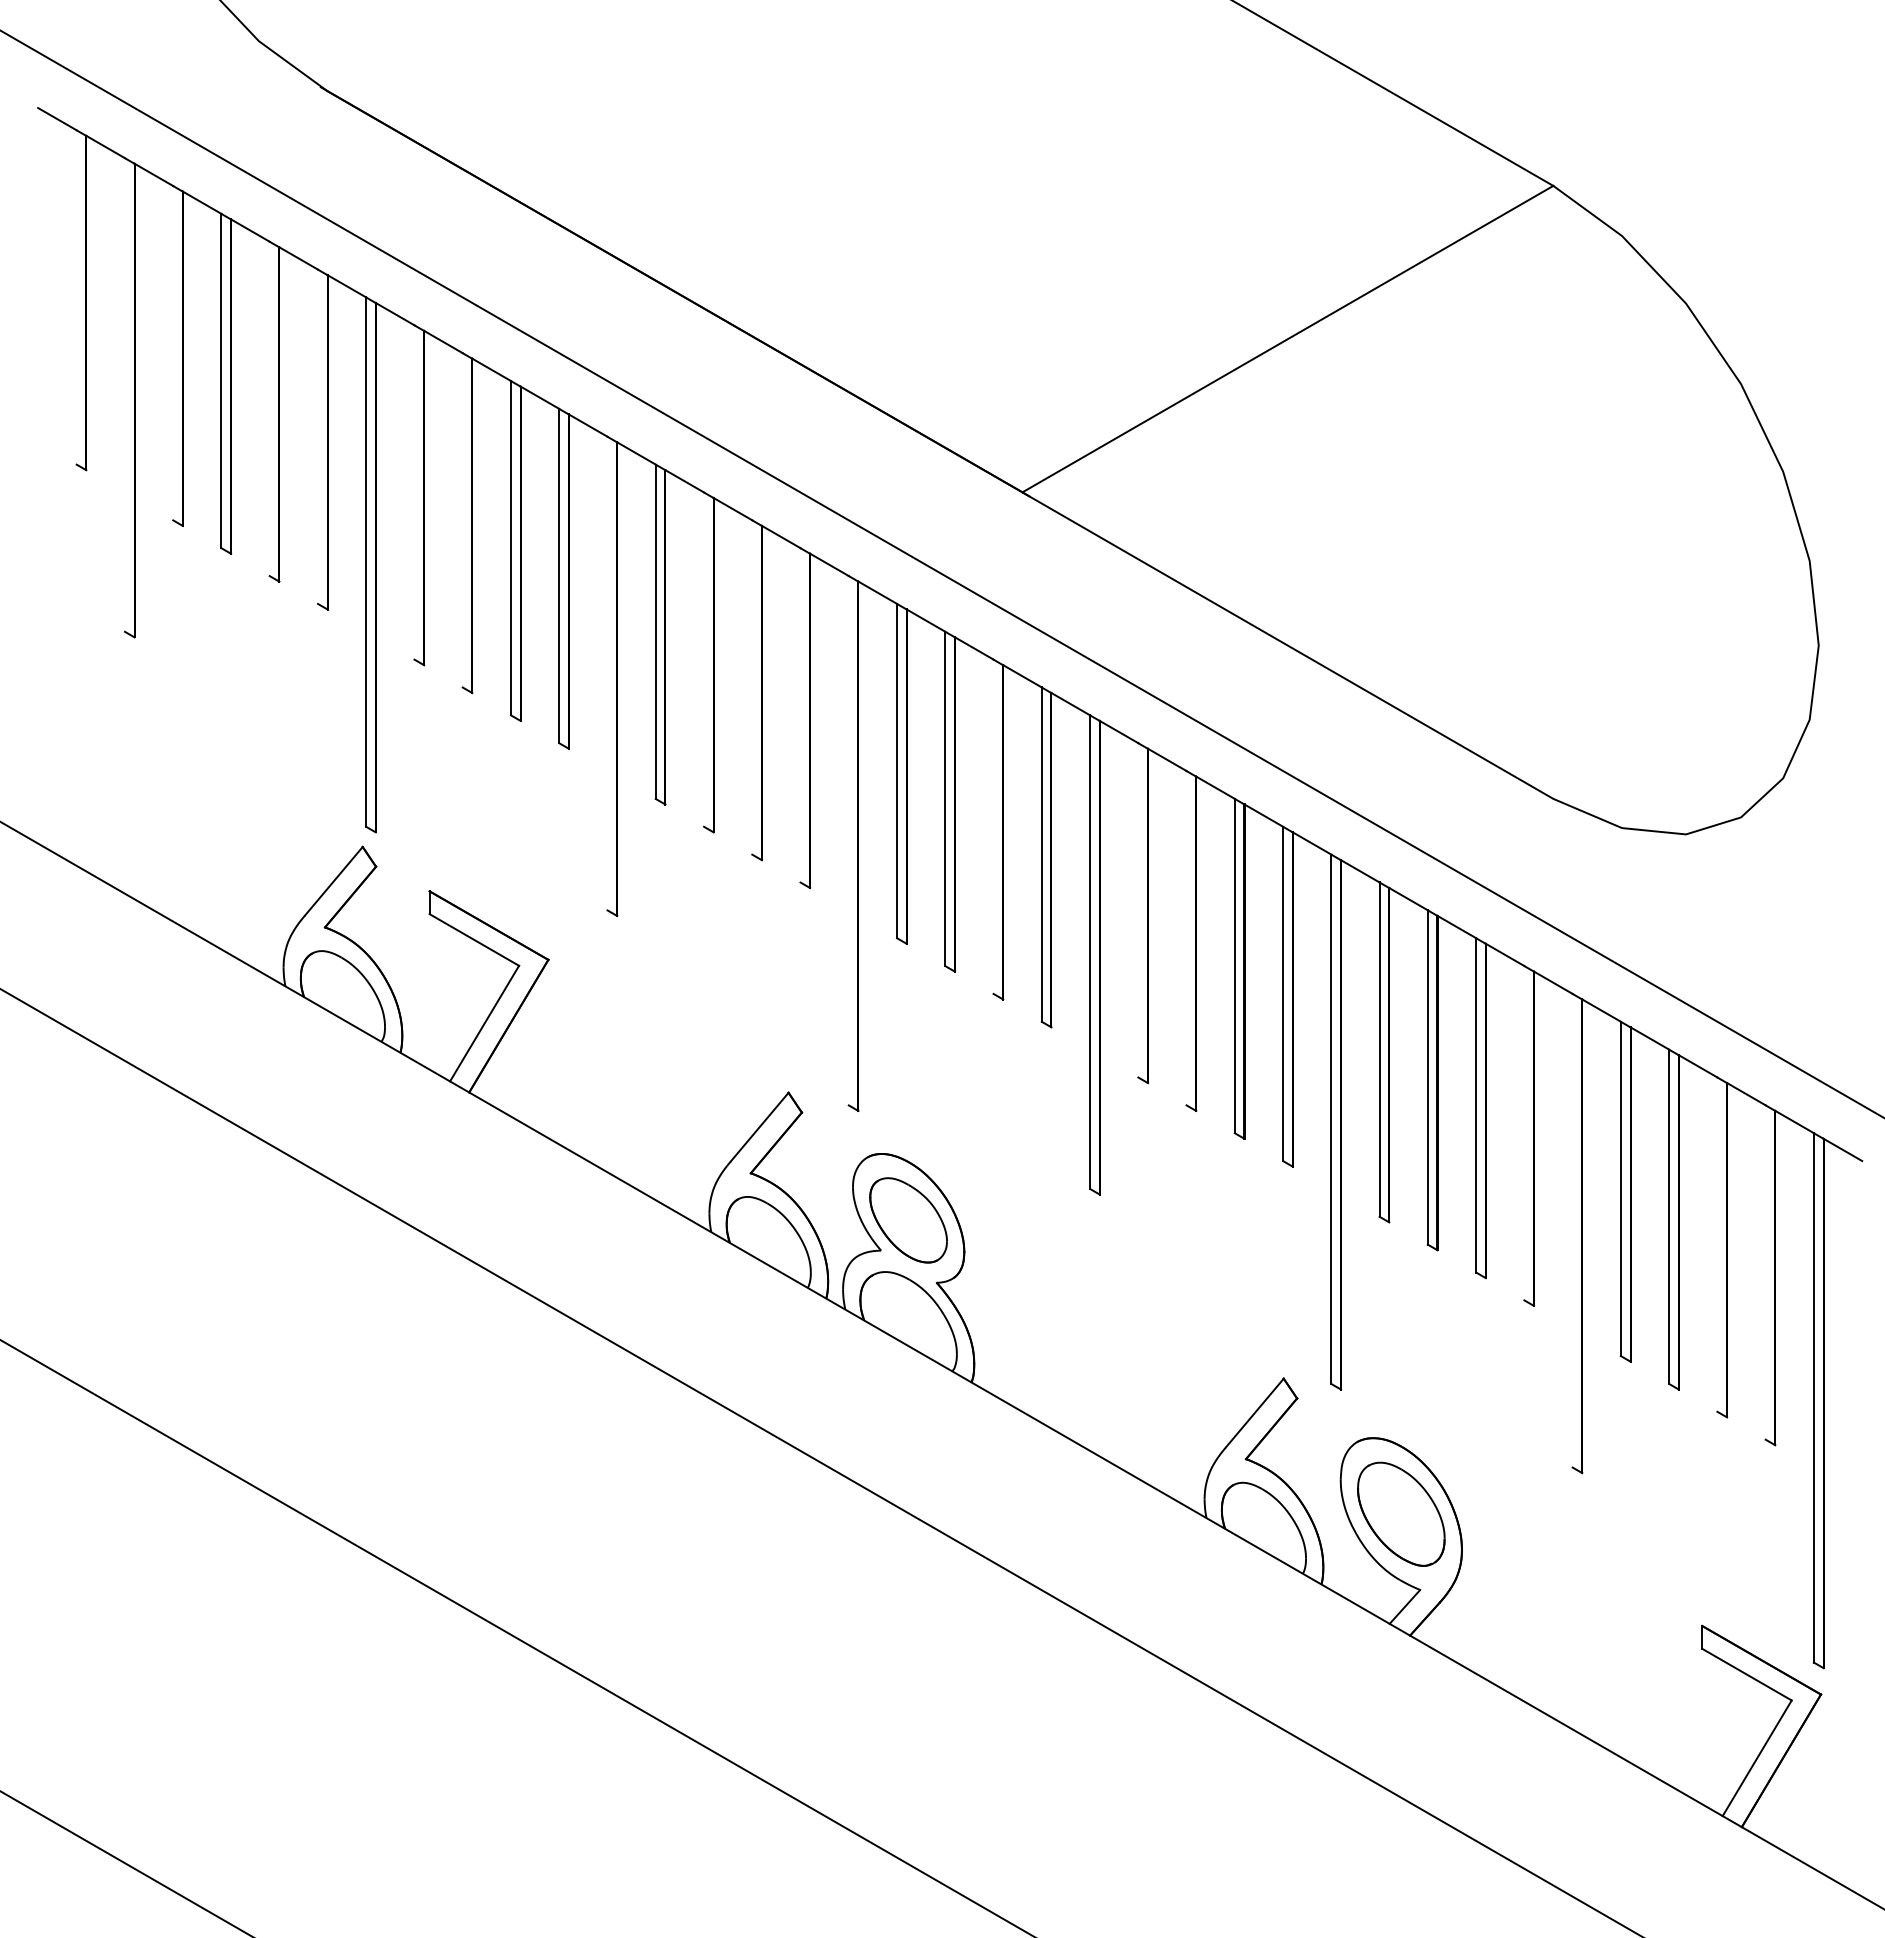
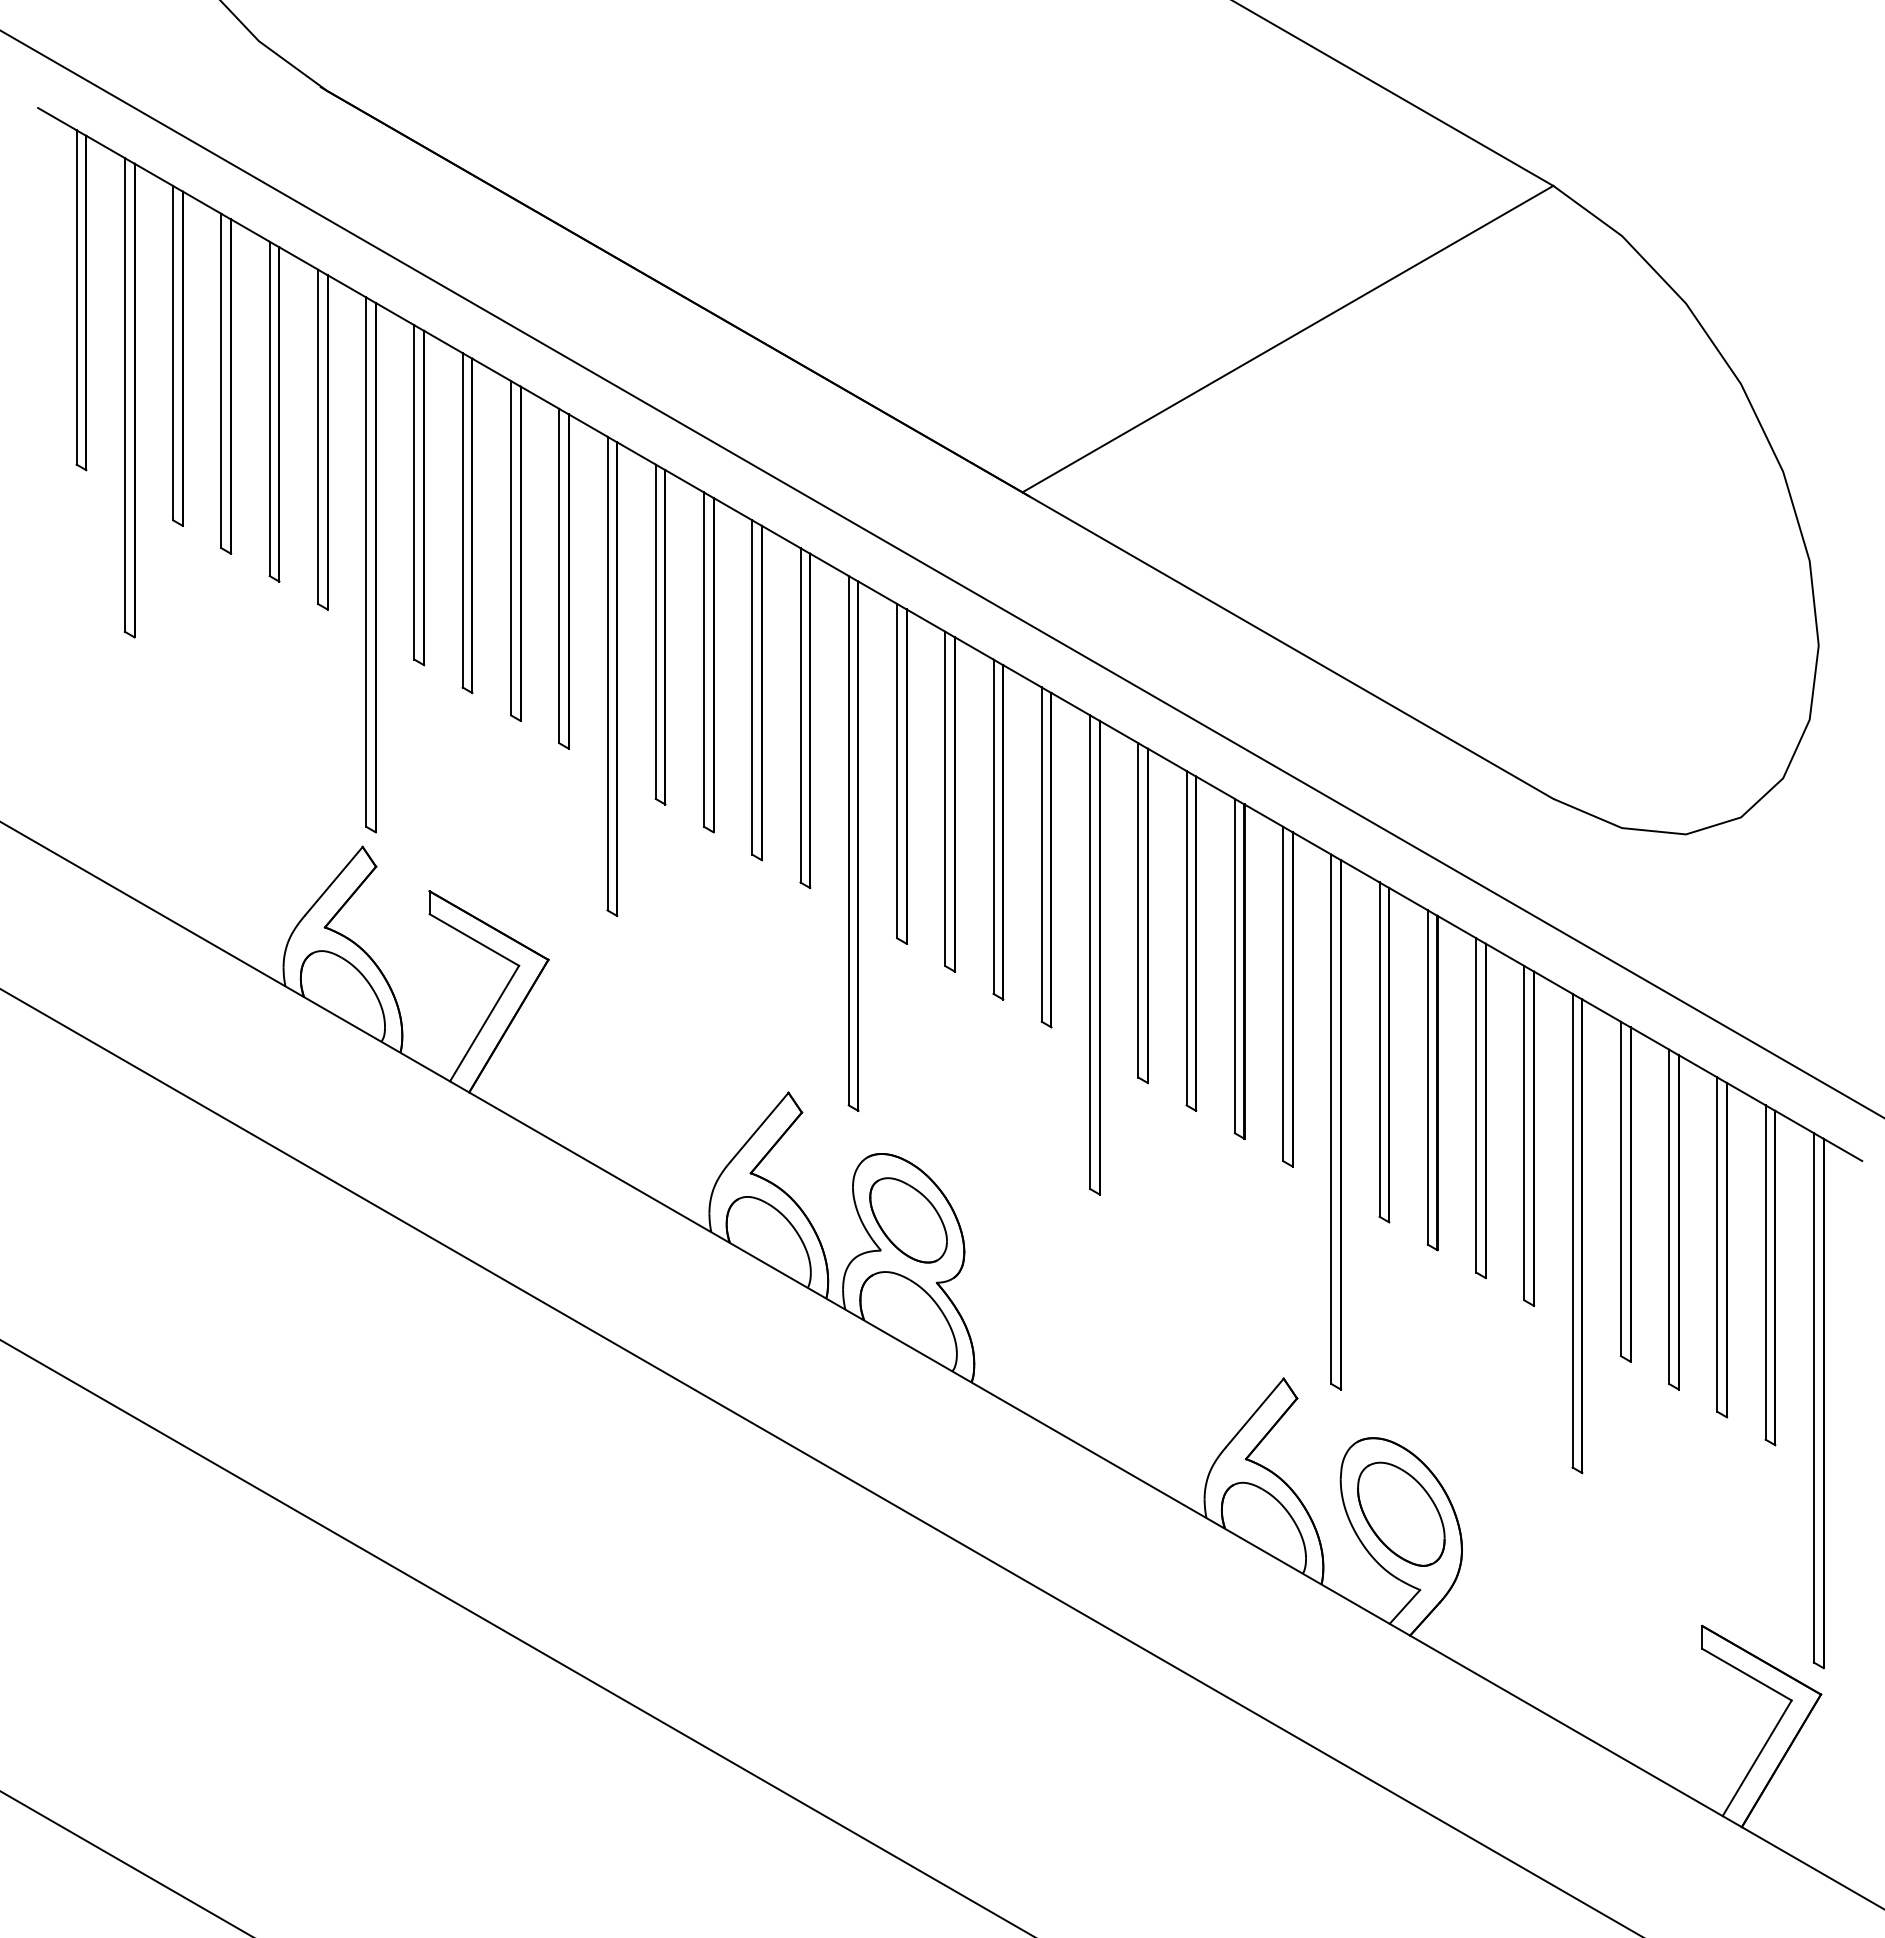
line at (76, 297): none -> present
line at (173, 353): none -> present
line at (124, 394): none -> present
line at (269, 408): none -> present
line at (317, 436): none -> present
line at (414, 492): none -> present
line at (462, 520): none -> present
line at (704, 659): none -> present
line at (607, 673): none -> present
line at (752, 687): none -> present
line at (800, 715): none -> present
line at (993, 826): none -> present
line at (848, 840): none -> present
line at (1138, 910): none -> present
line at (1186, 938): none -> present
line at (1524, 1133): none -> present
line at (1572, 1230): none -> present
line at (1717, 1244): none -> present
line at (1765, 1272): none -> present
